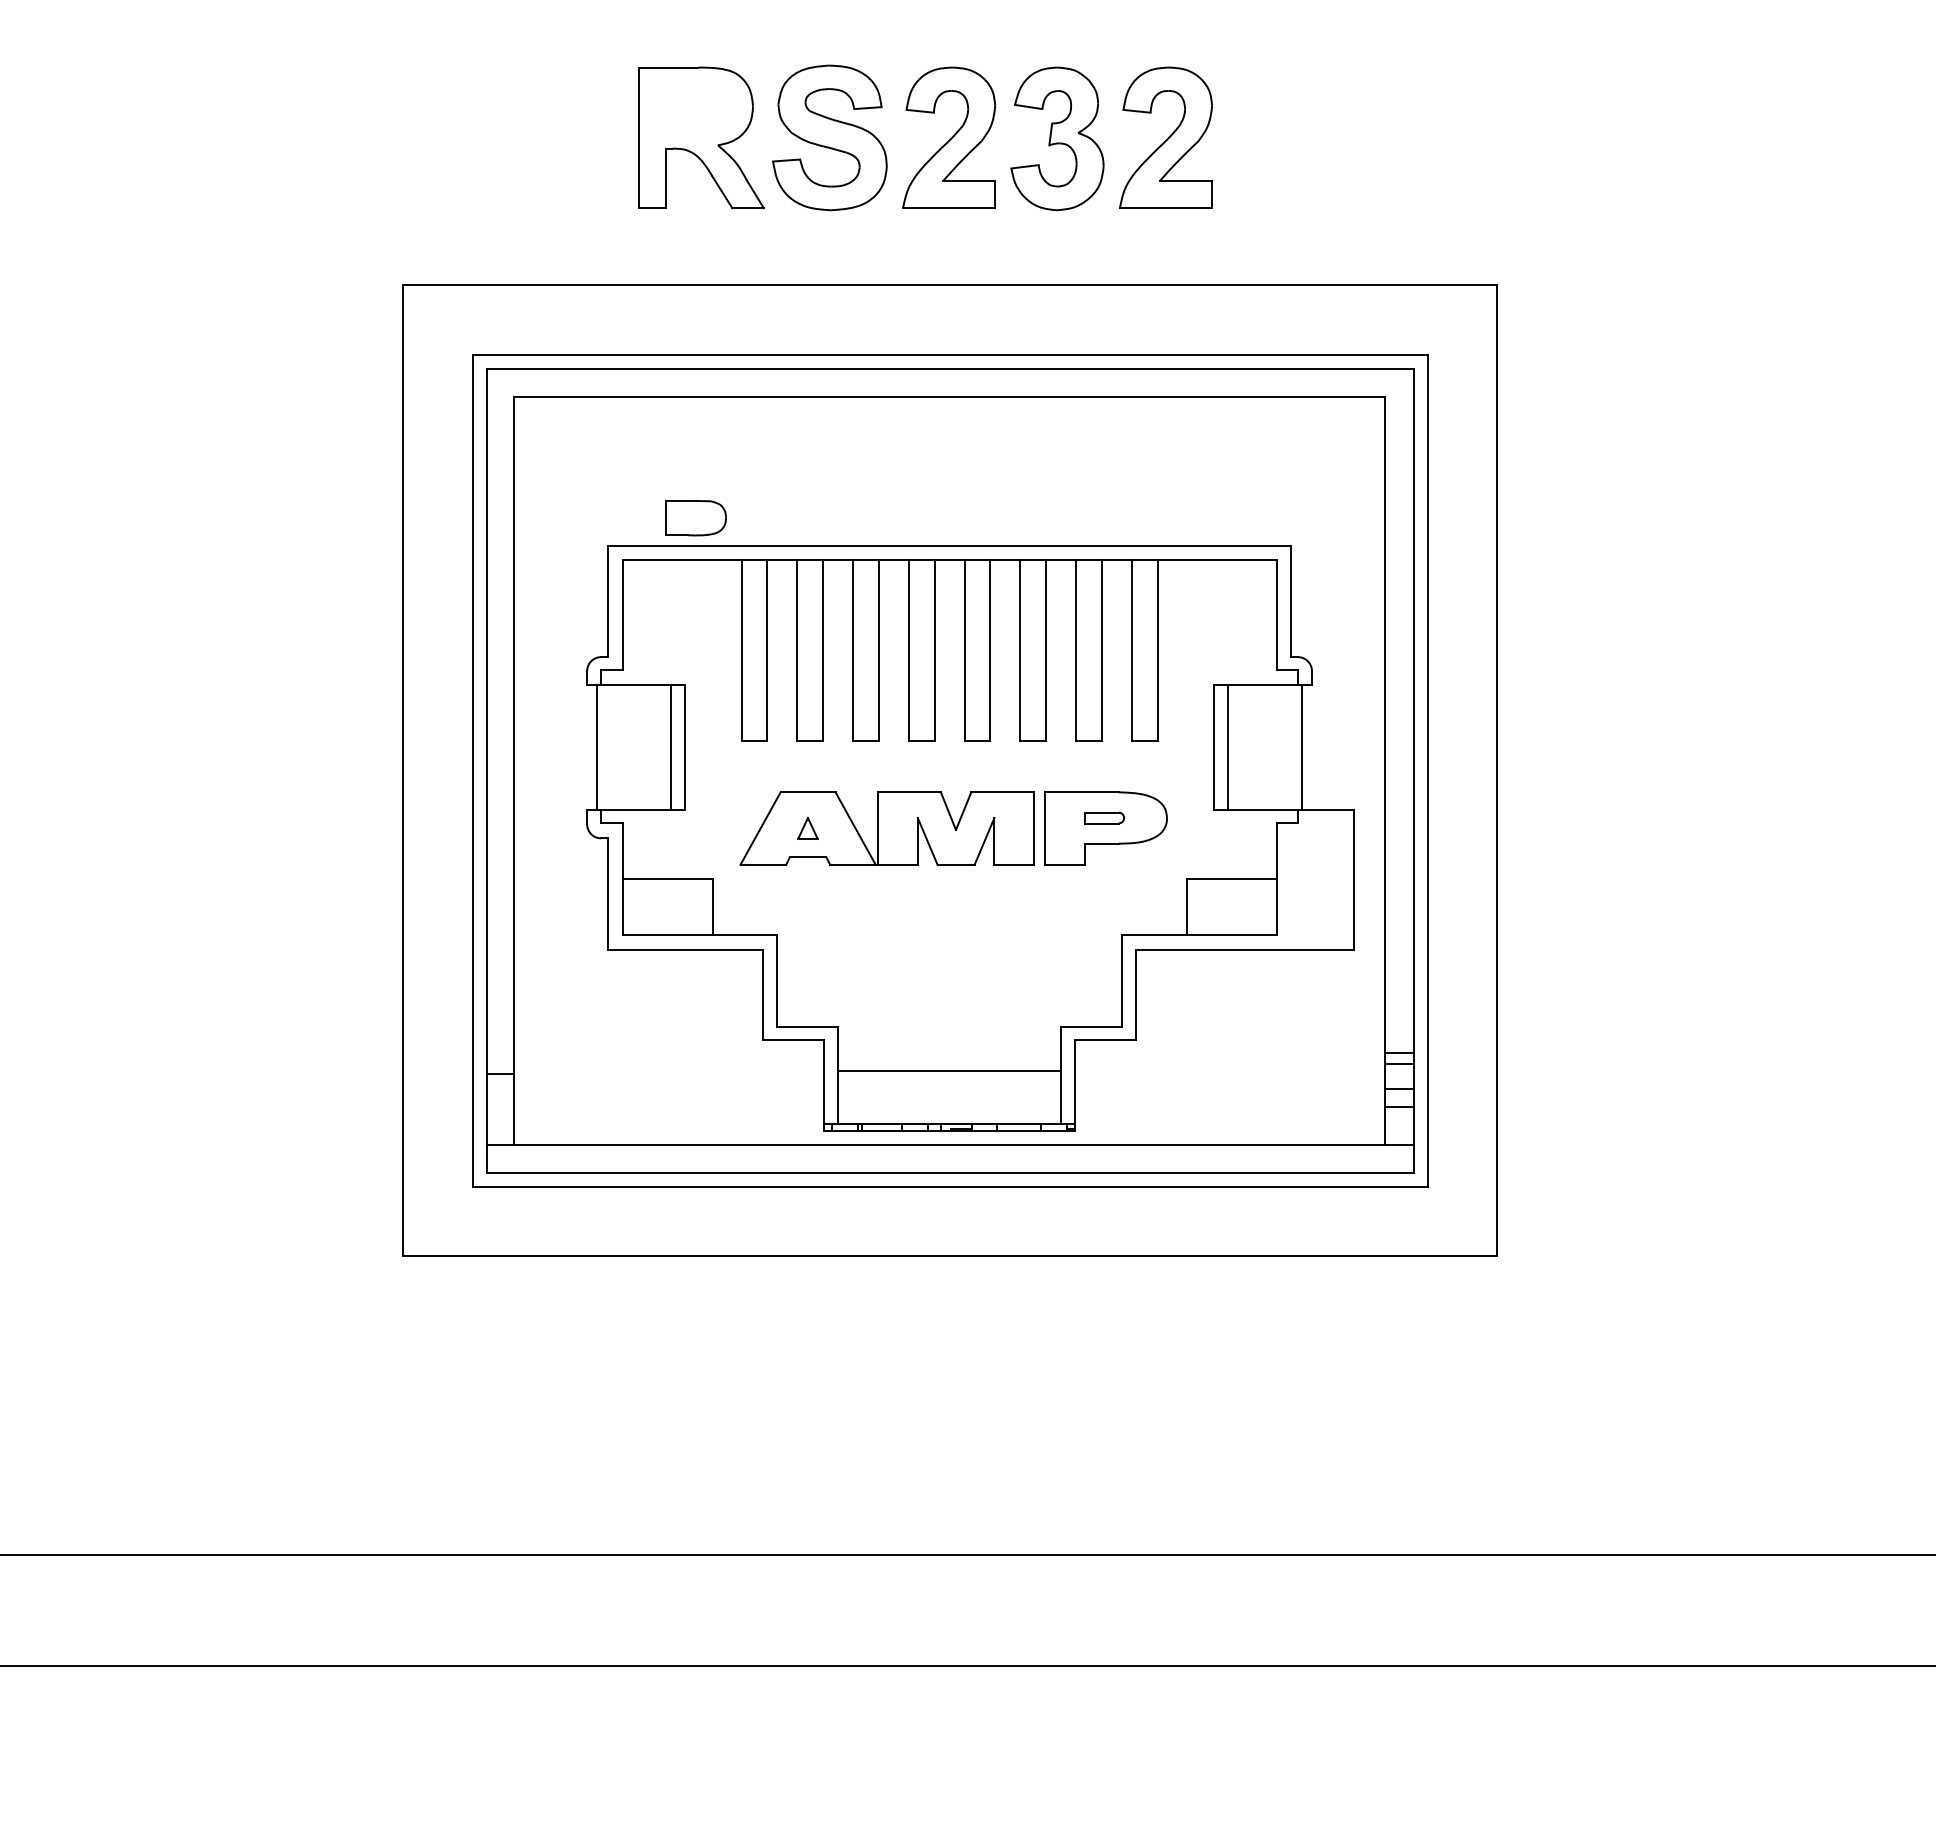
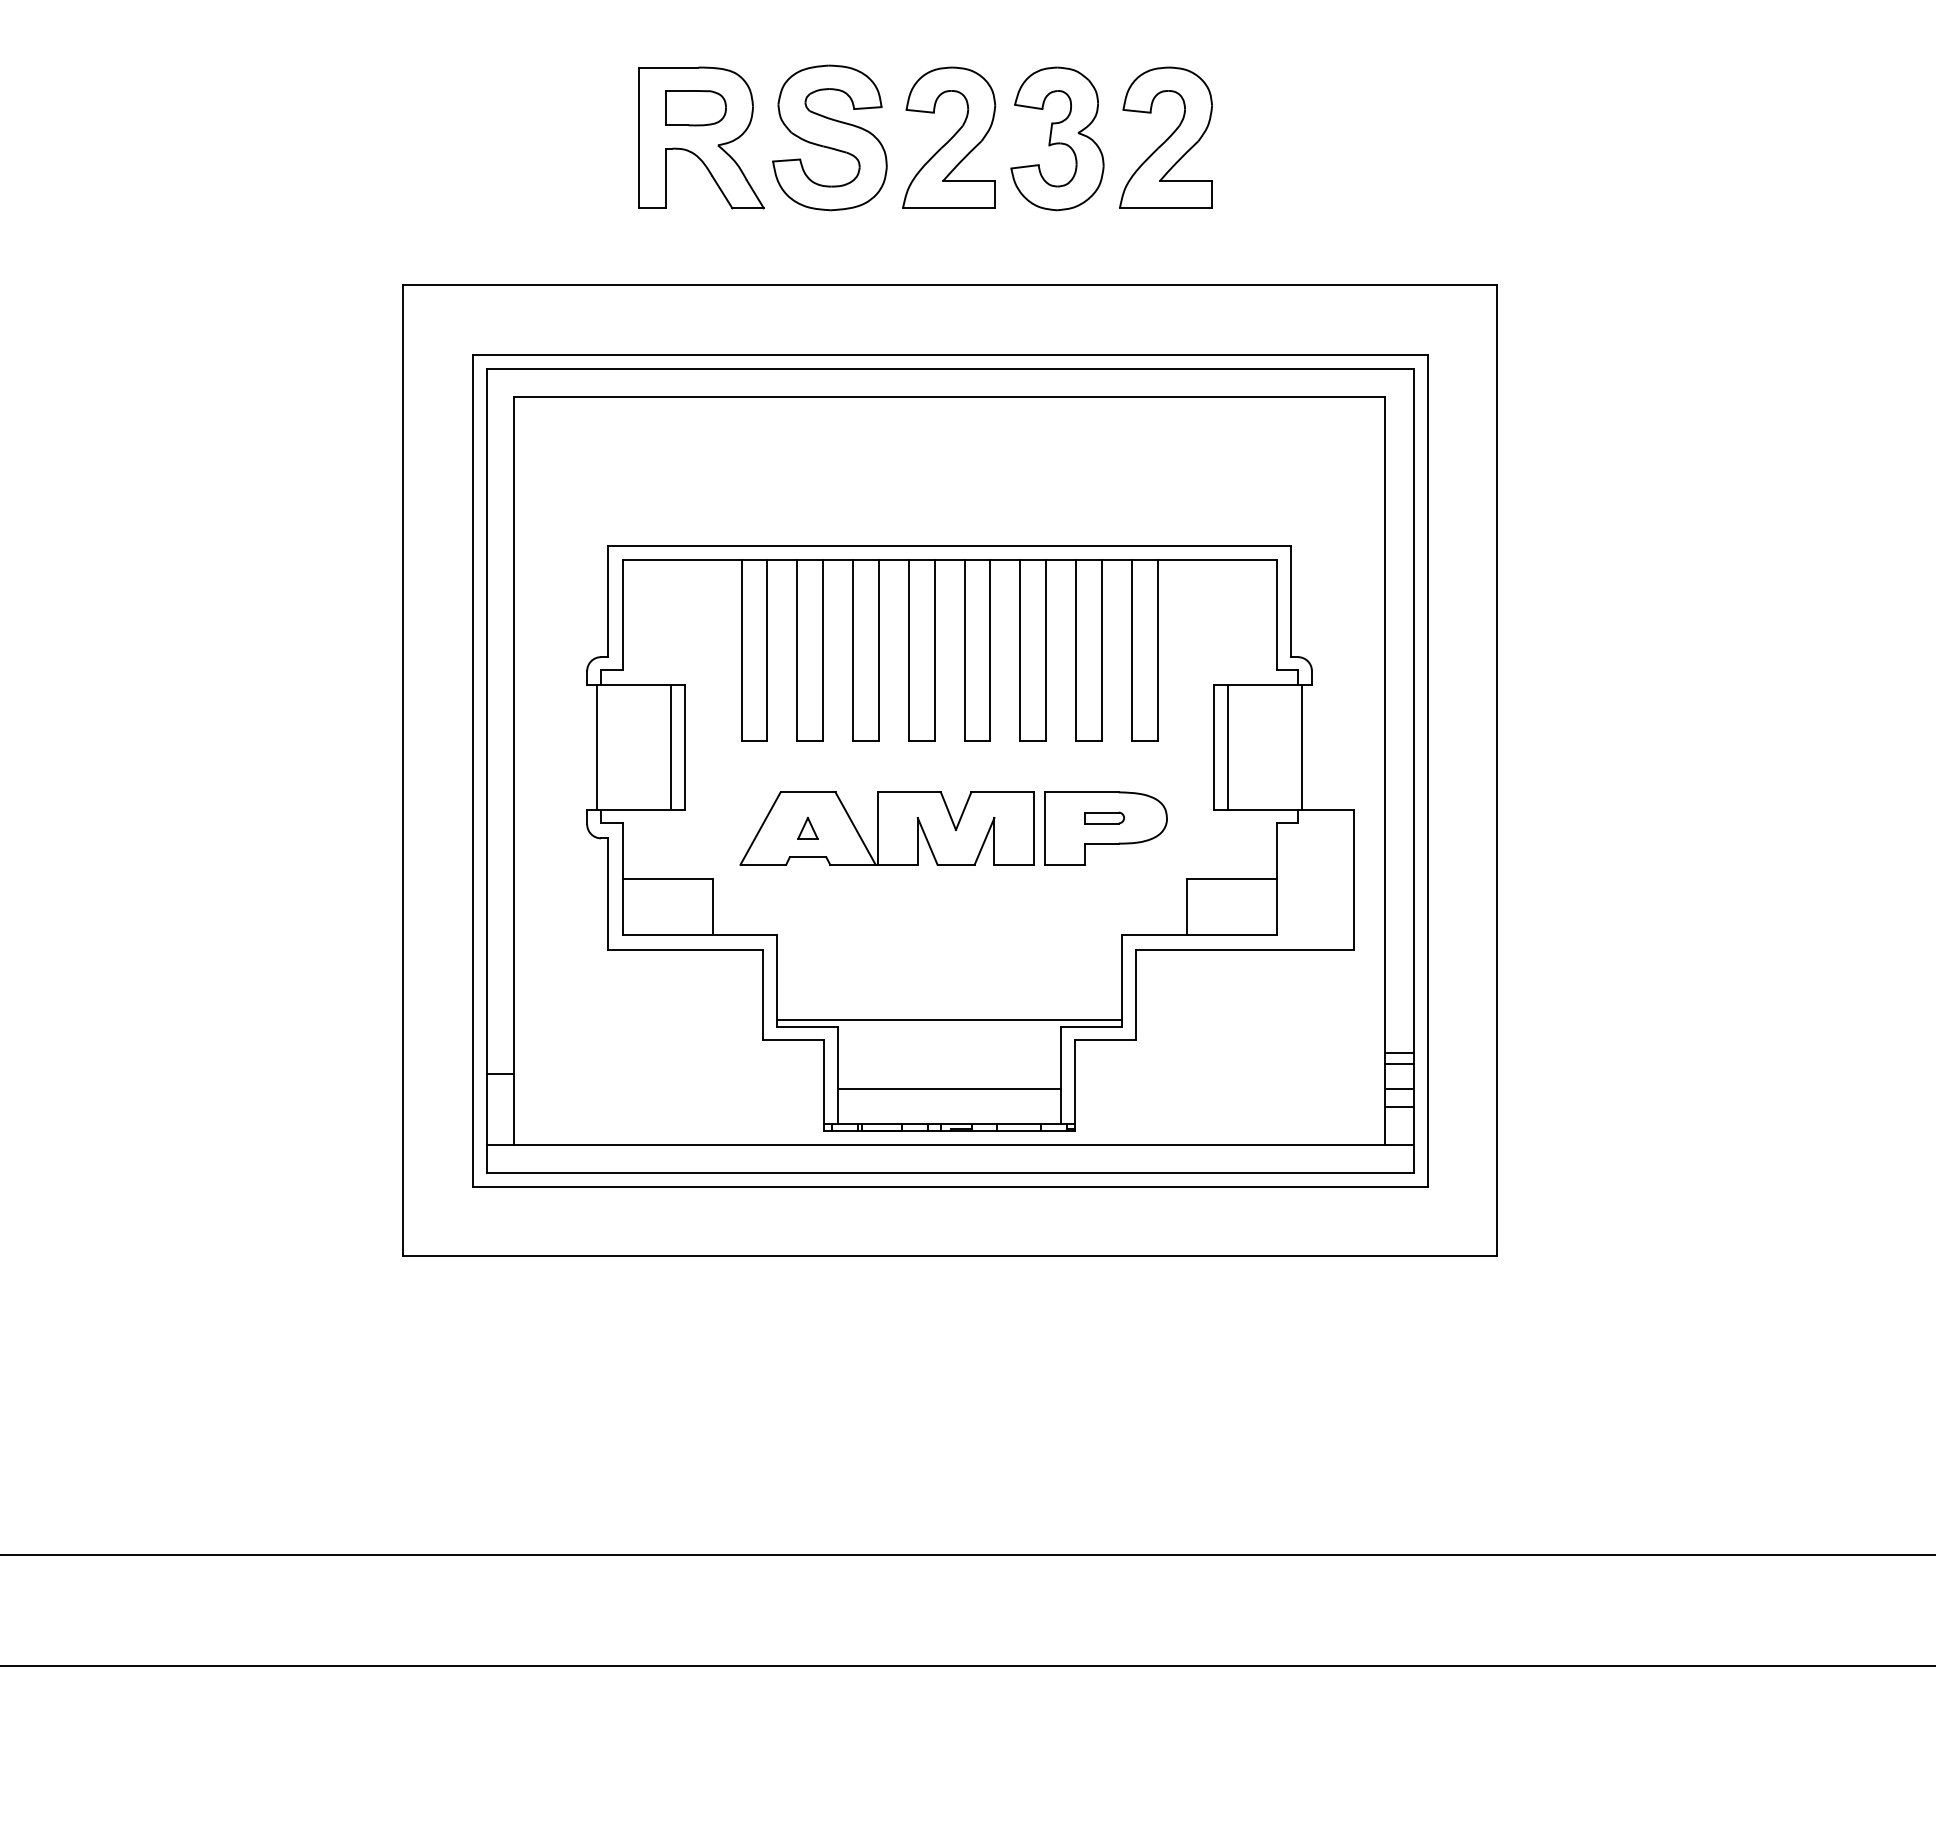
part at (695, 518) position: (695, 518) -> (695, 108)
line at (949, 1019): none -> present
line at (949, 1071) position: (949, 1071) -> (949, 1089)
